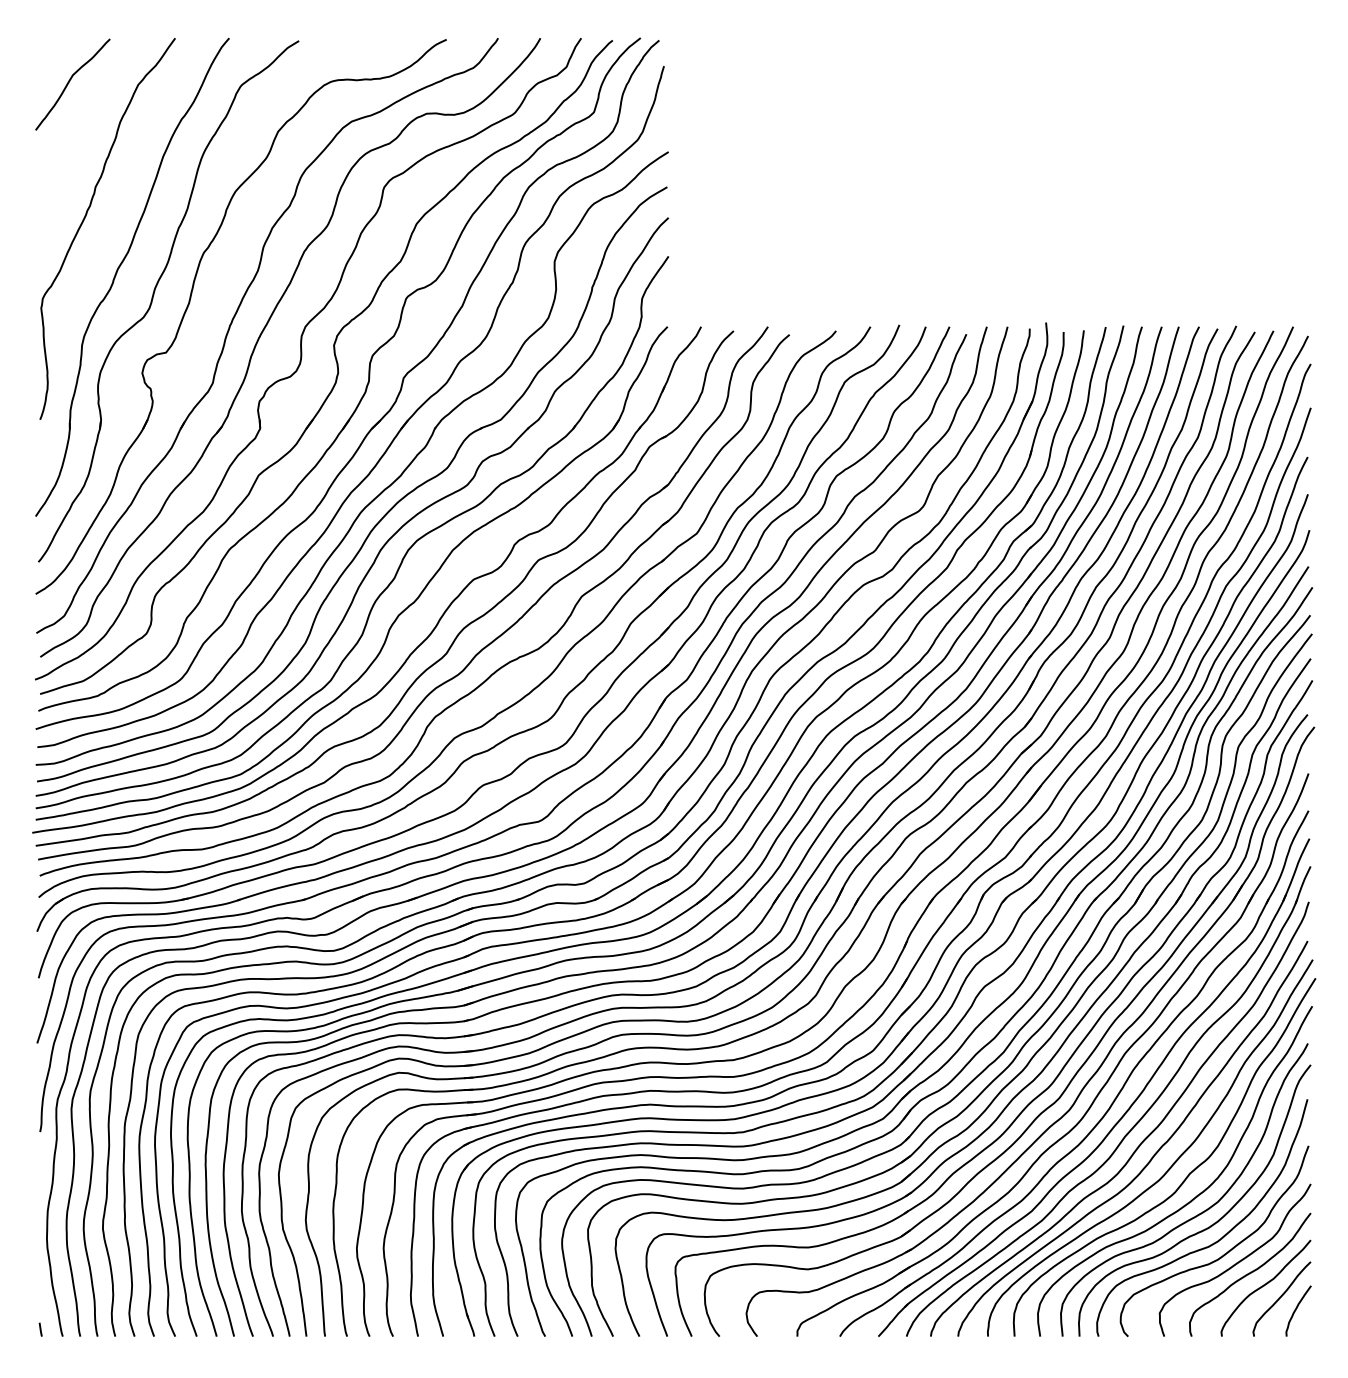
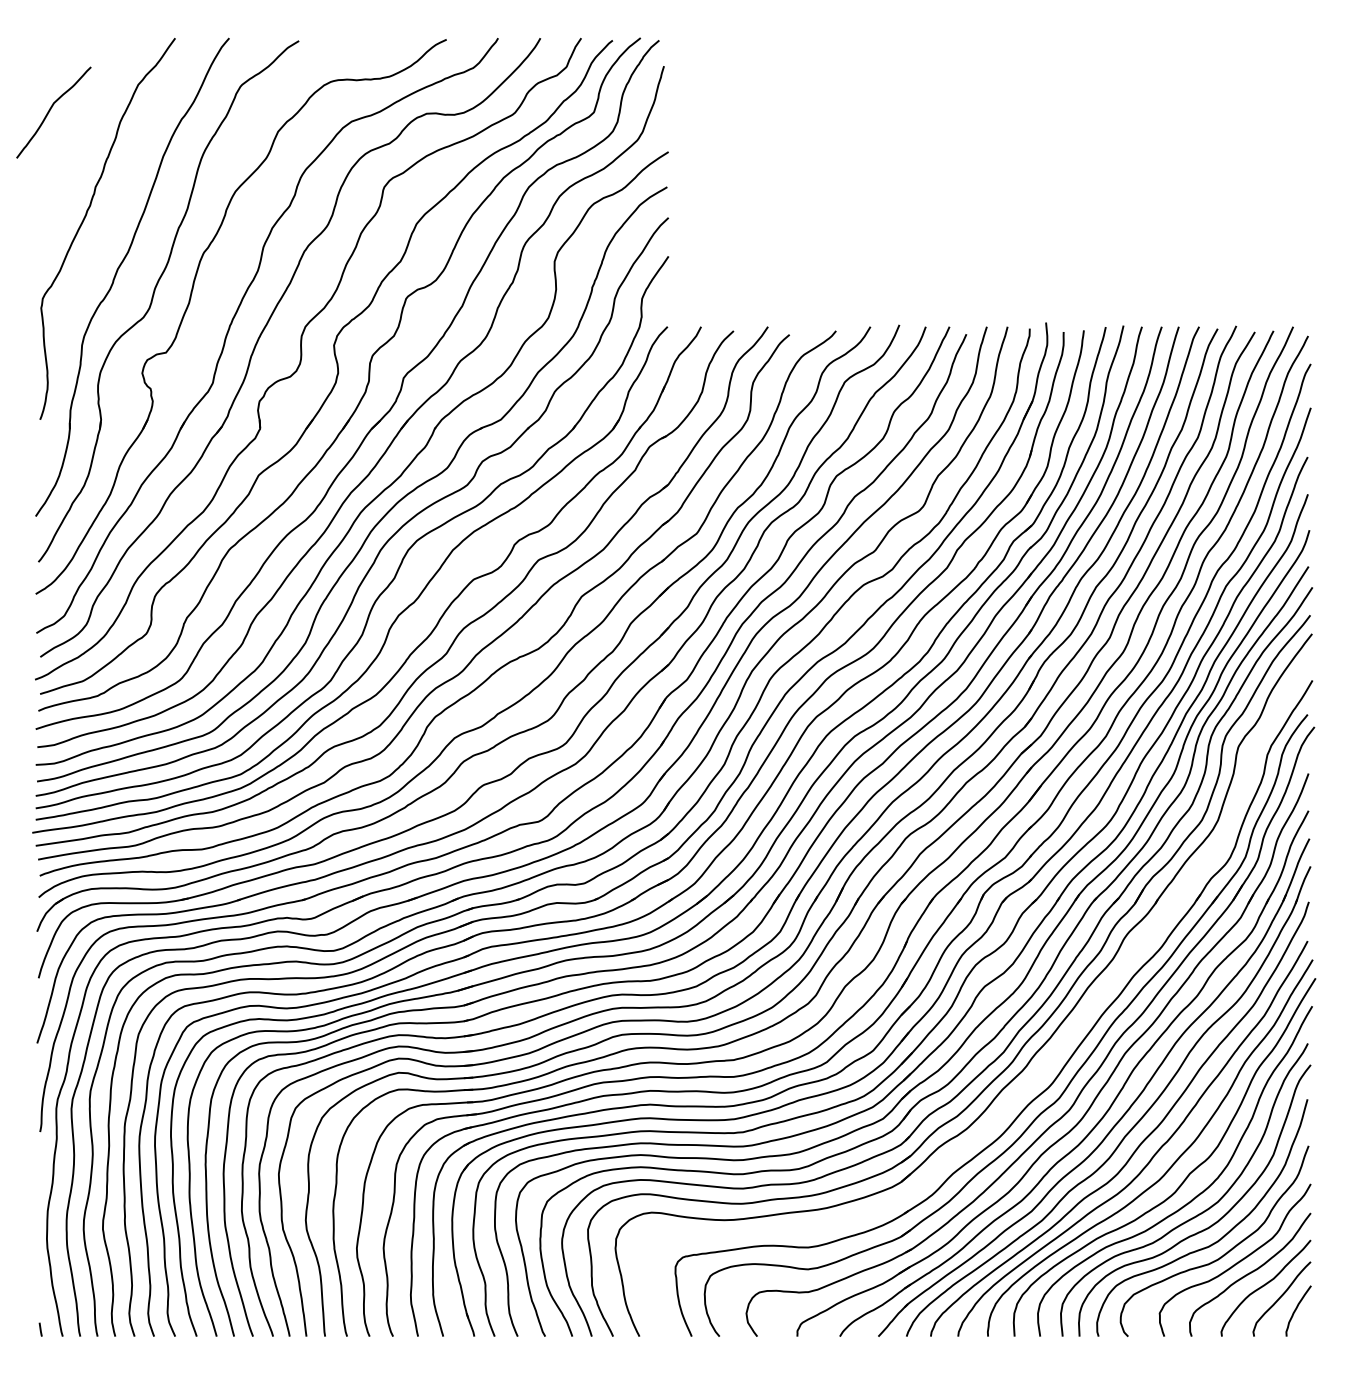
curve at (70, 81) position: (70, 81) -> (51, 109)
part at (1051, 1057): present -> none
